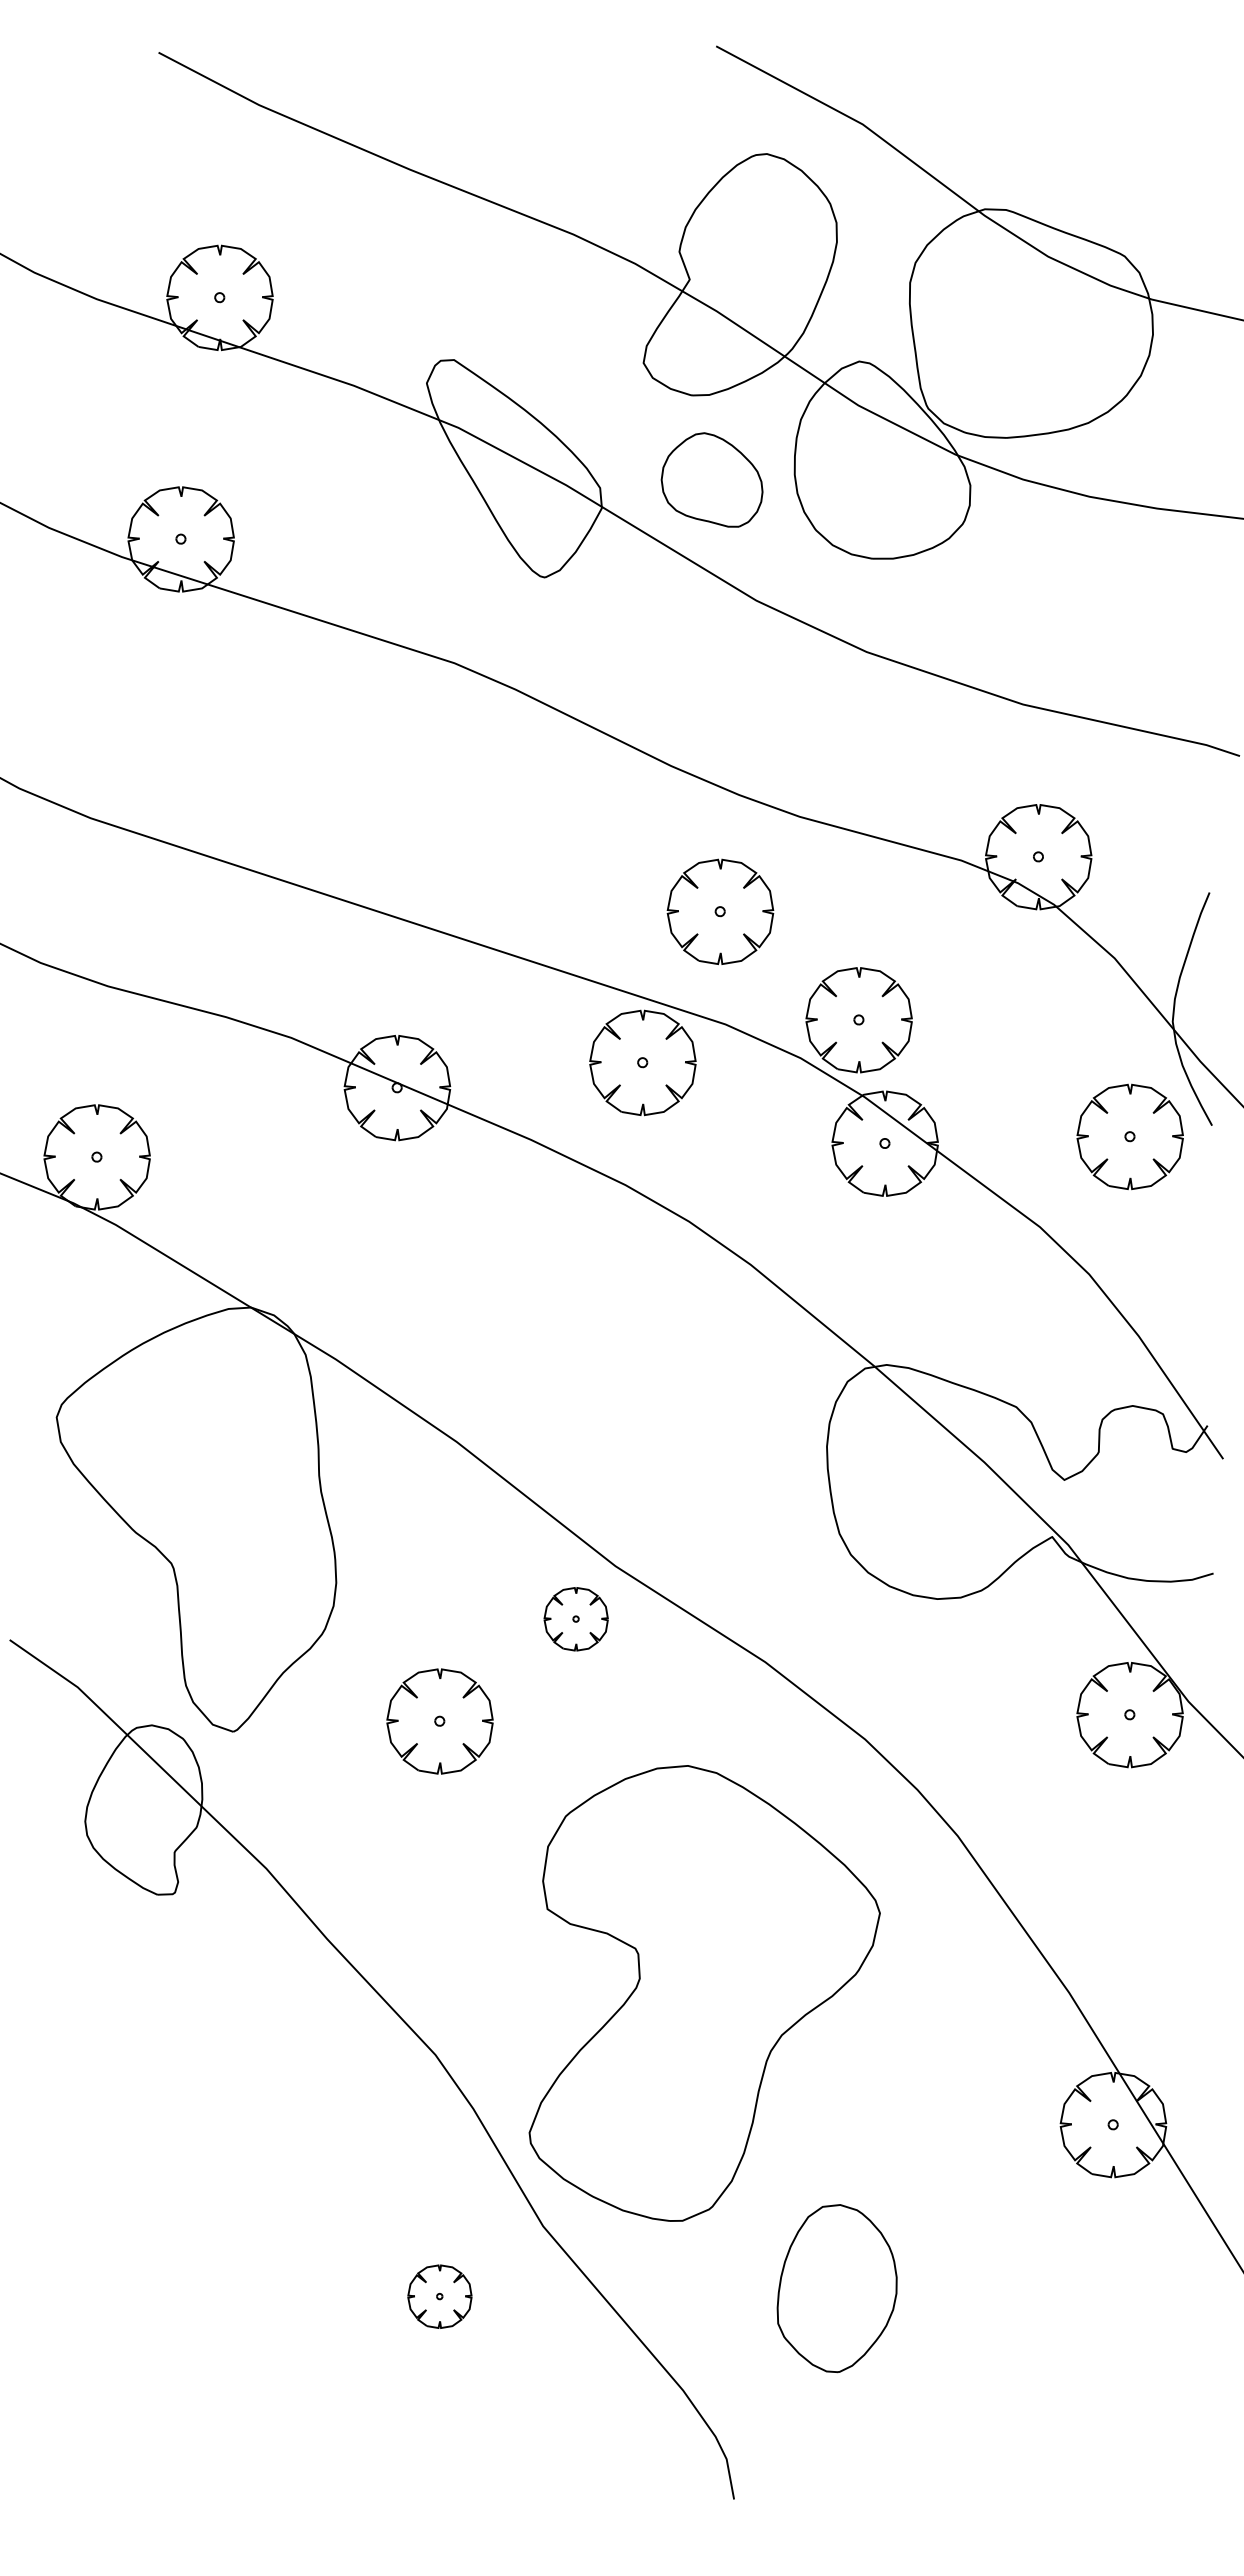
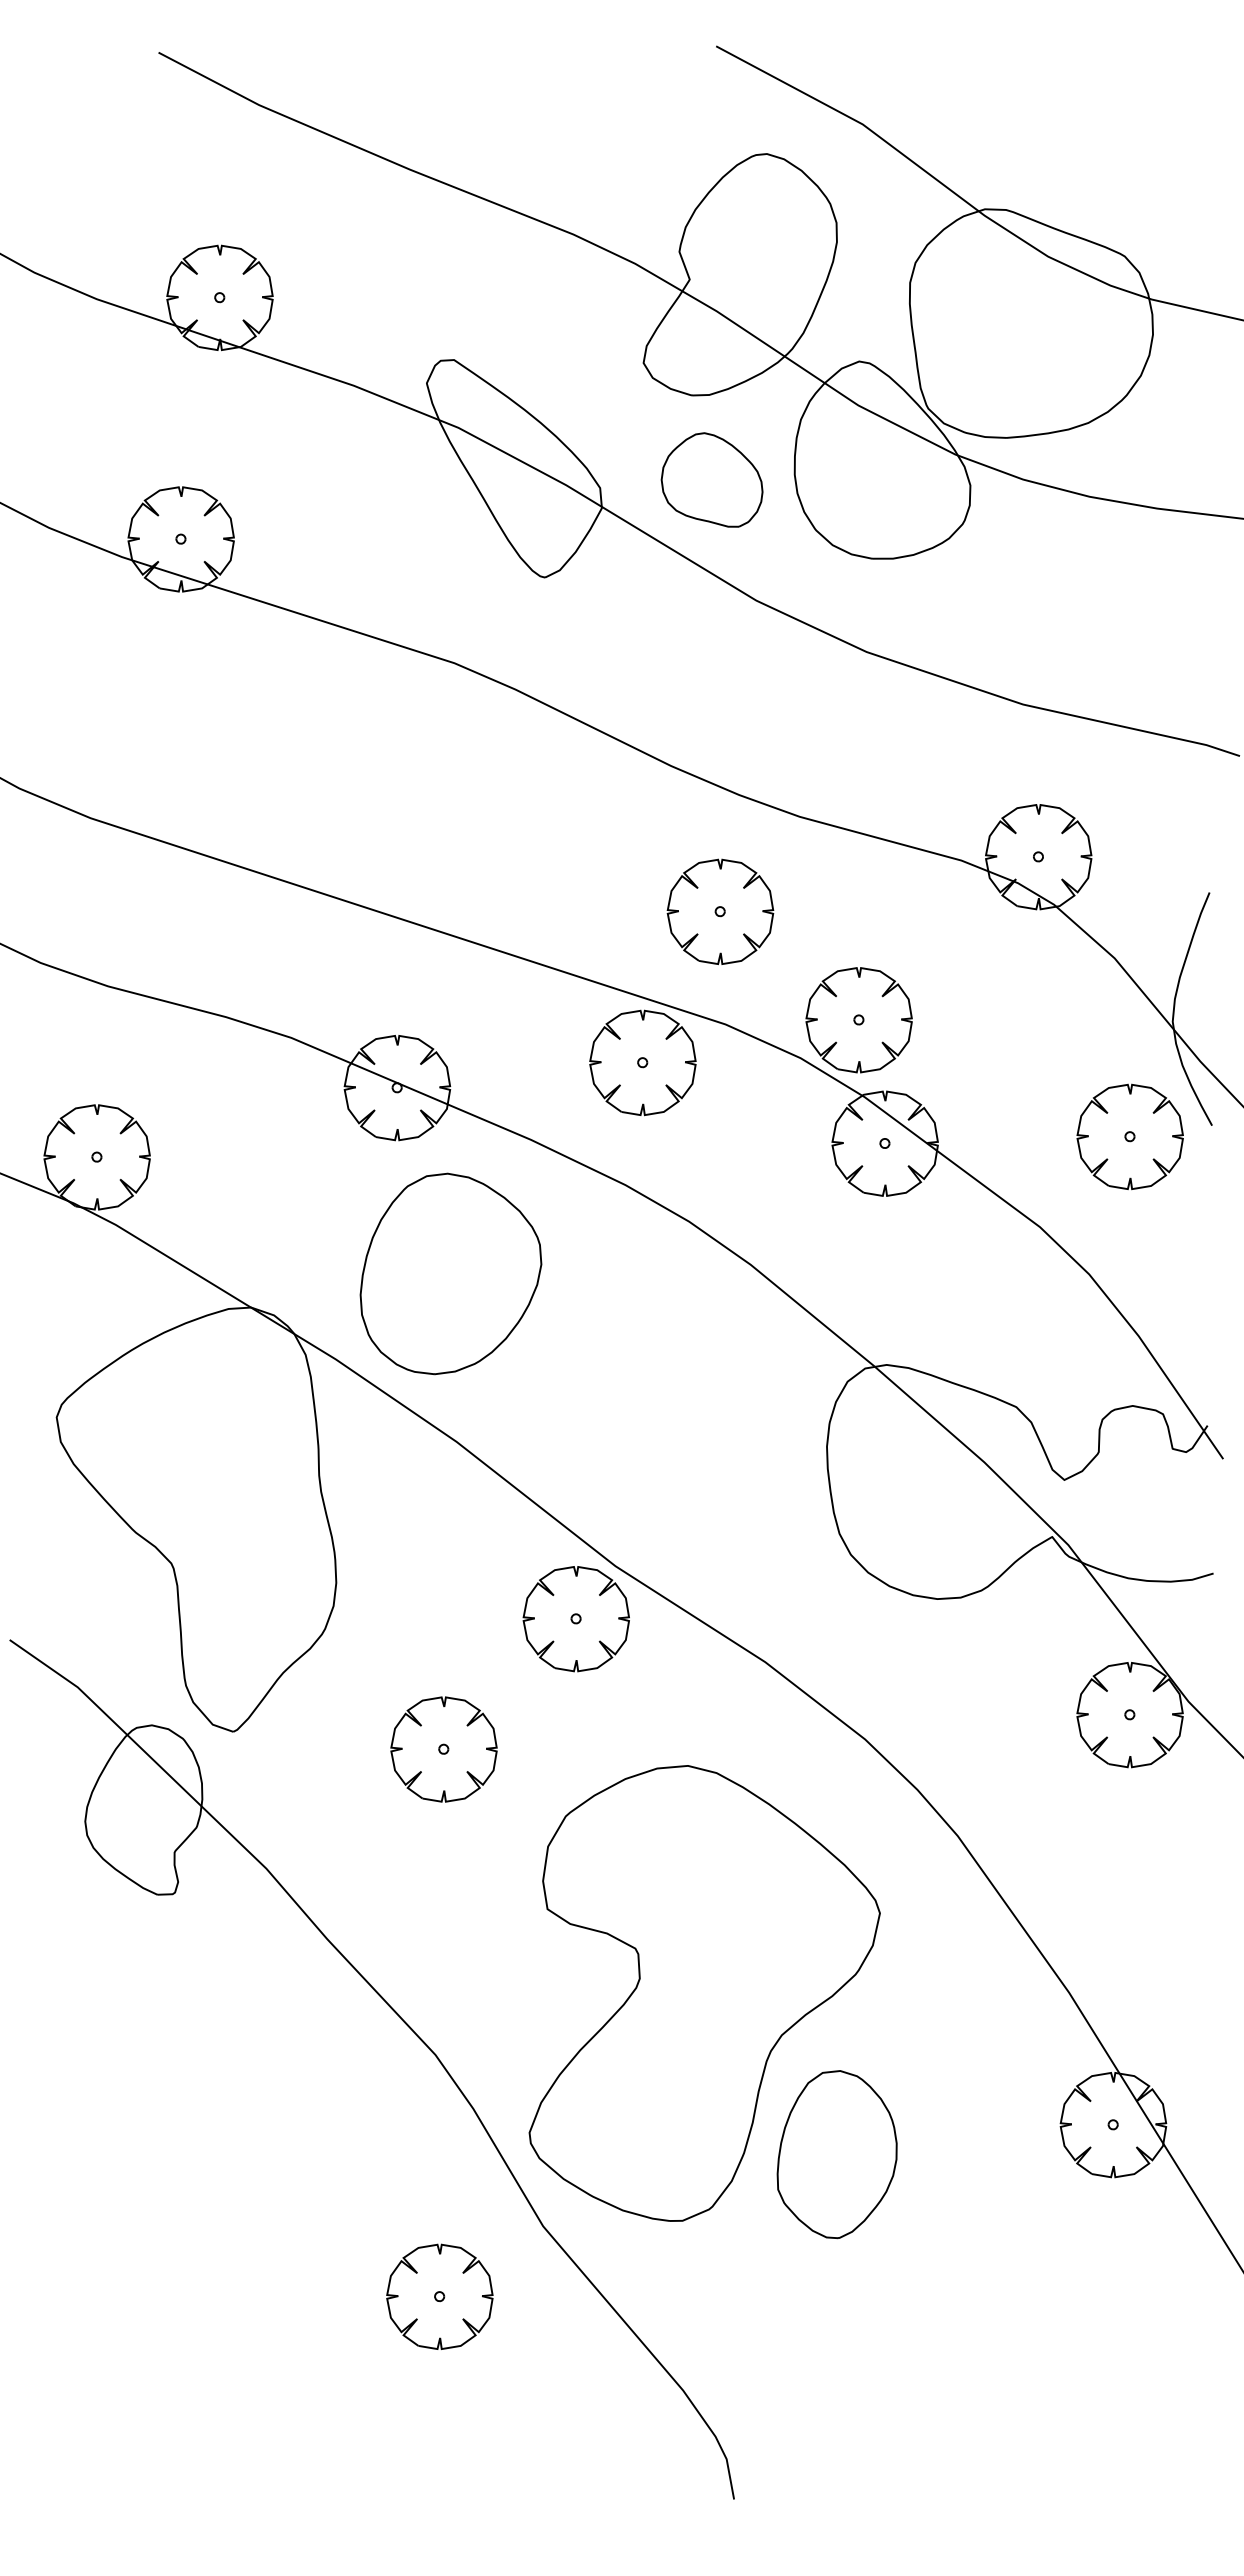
part at (450, 1273): none -> present
part at (575, 1619) size: 66x65 px -> 108x107 px
part at (439, 1721) position: (439, 1721) -> (443, 1749)
part at (836, 2288) position: (836, 2288) -> (836, 2154)
part at (439, 2296) size: 66x65 px -> 108x107 px
